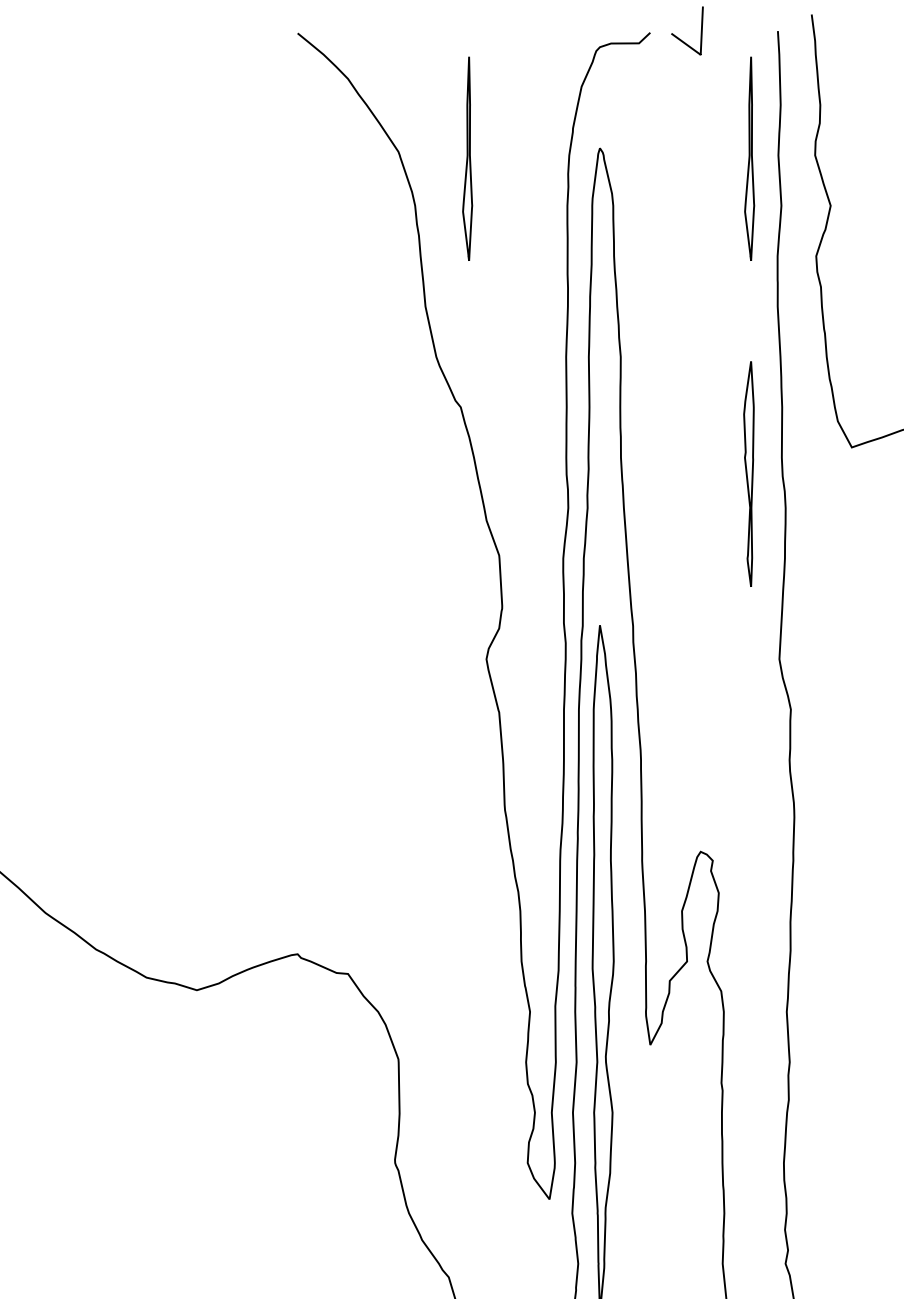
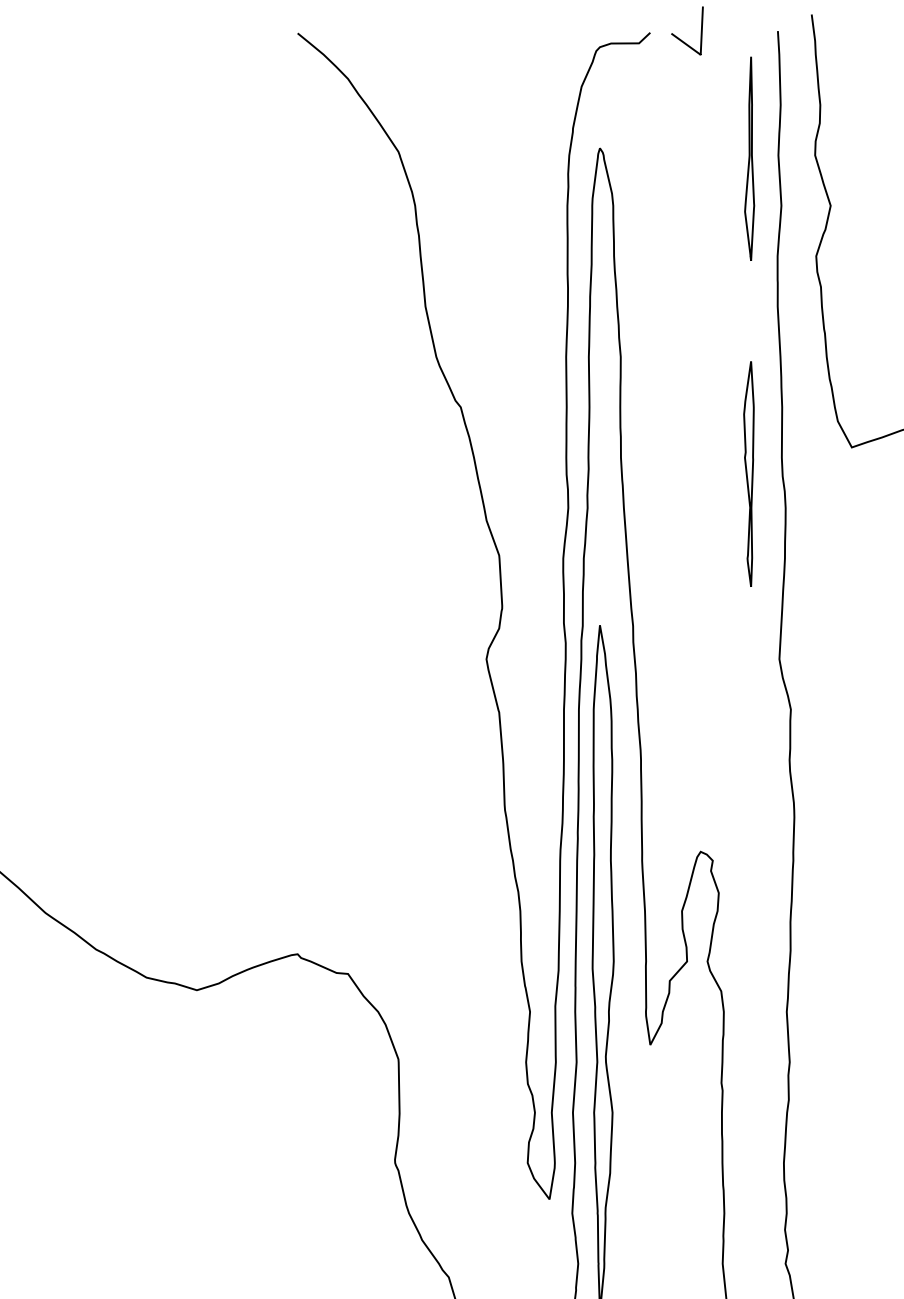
part at (467, 158): present -> none
